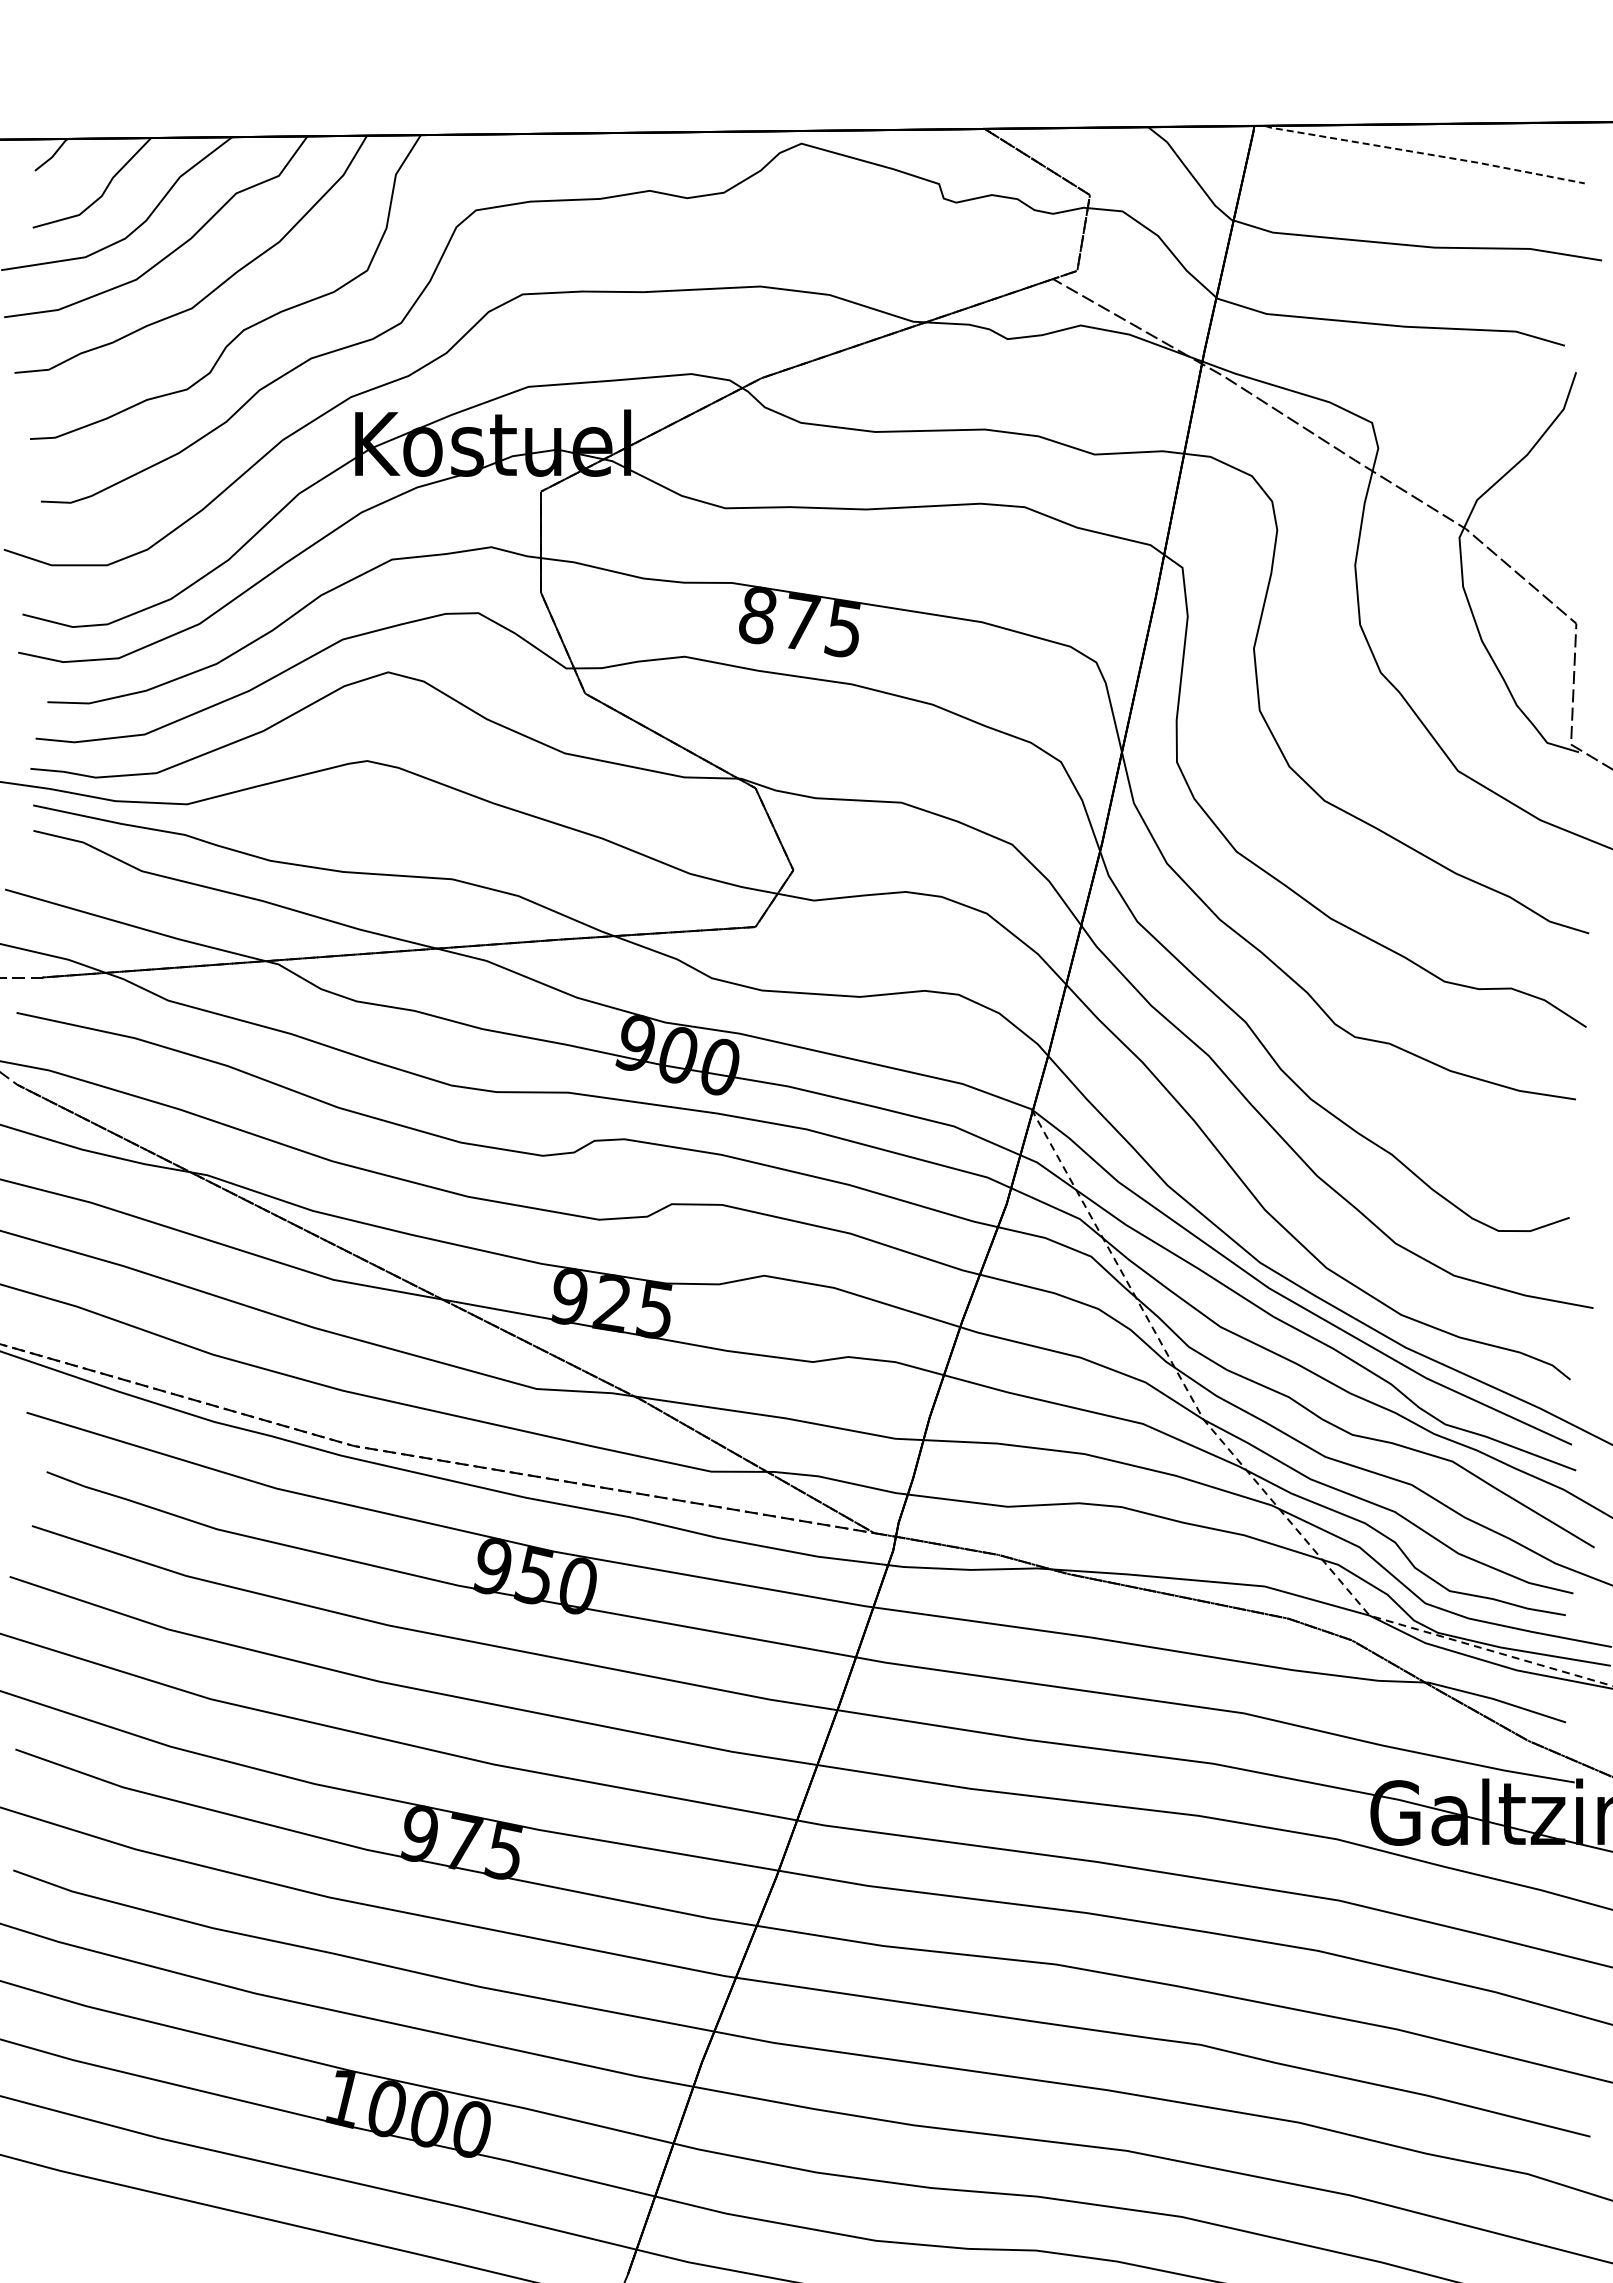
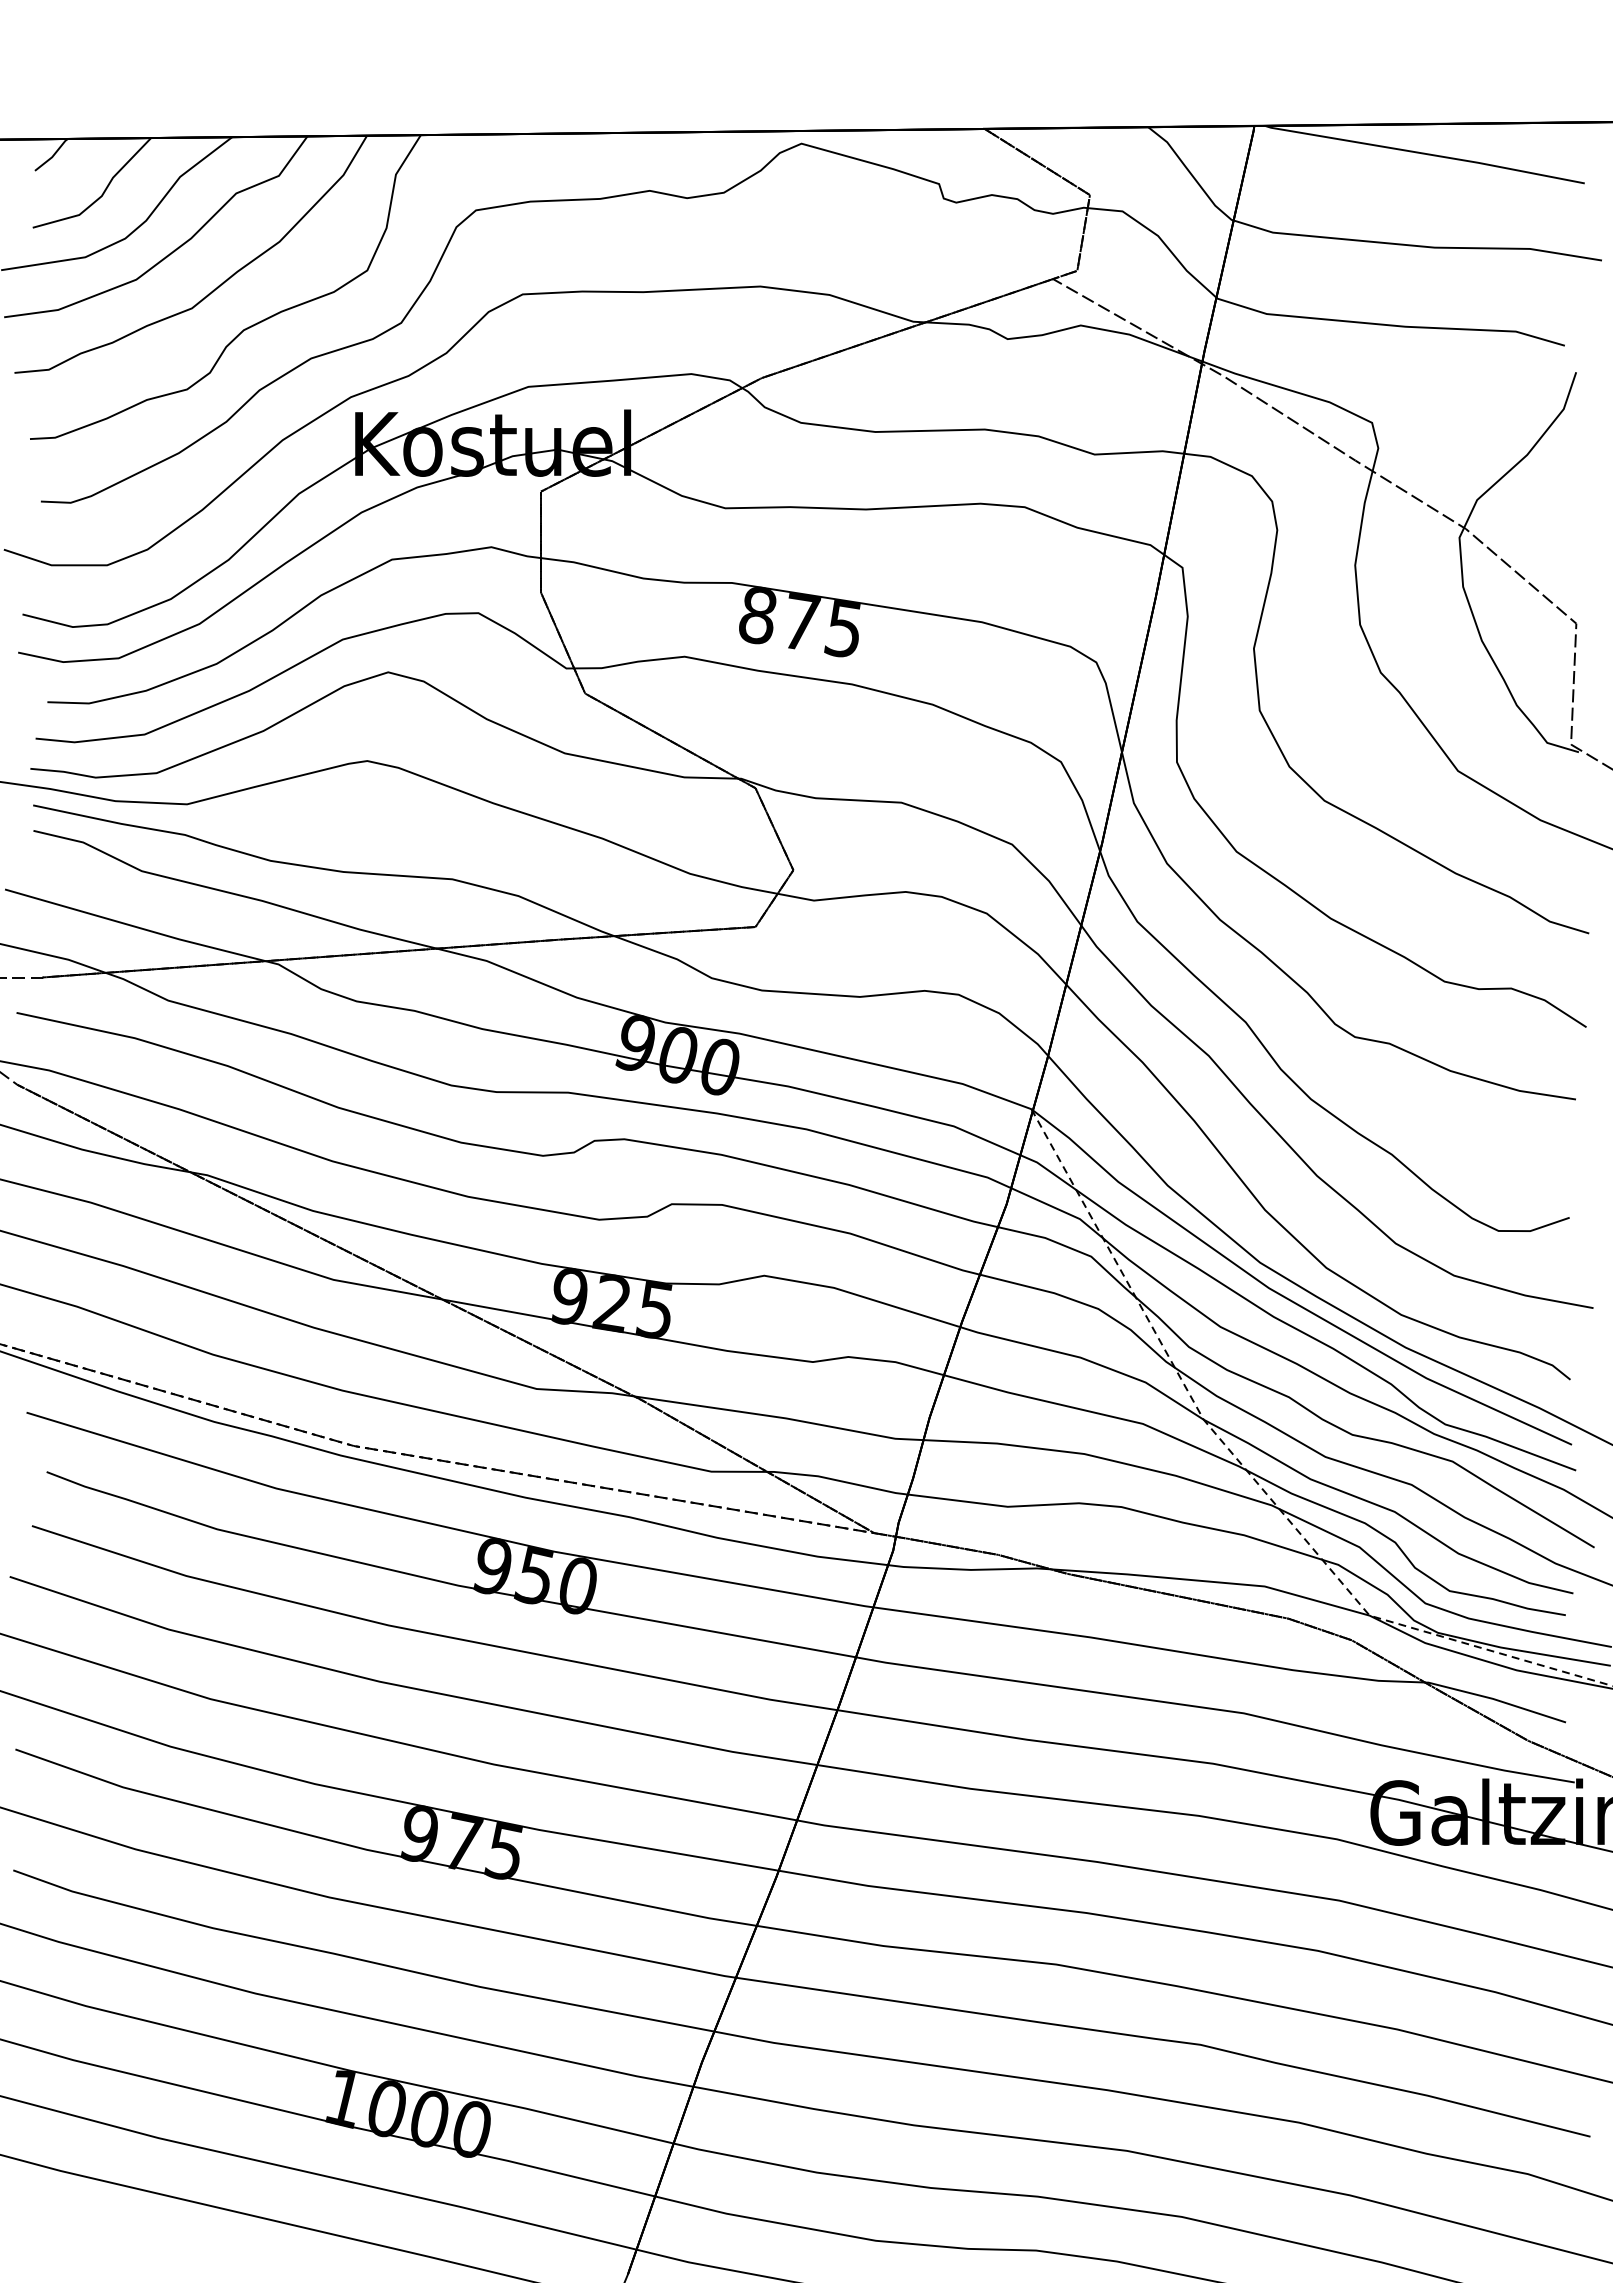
line at (1425, 153): dashed -> solid
